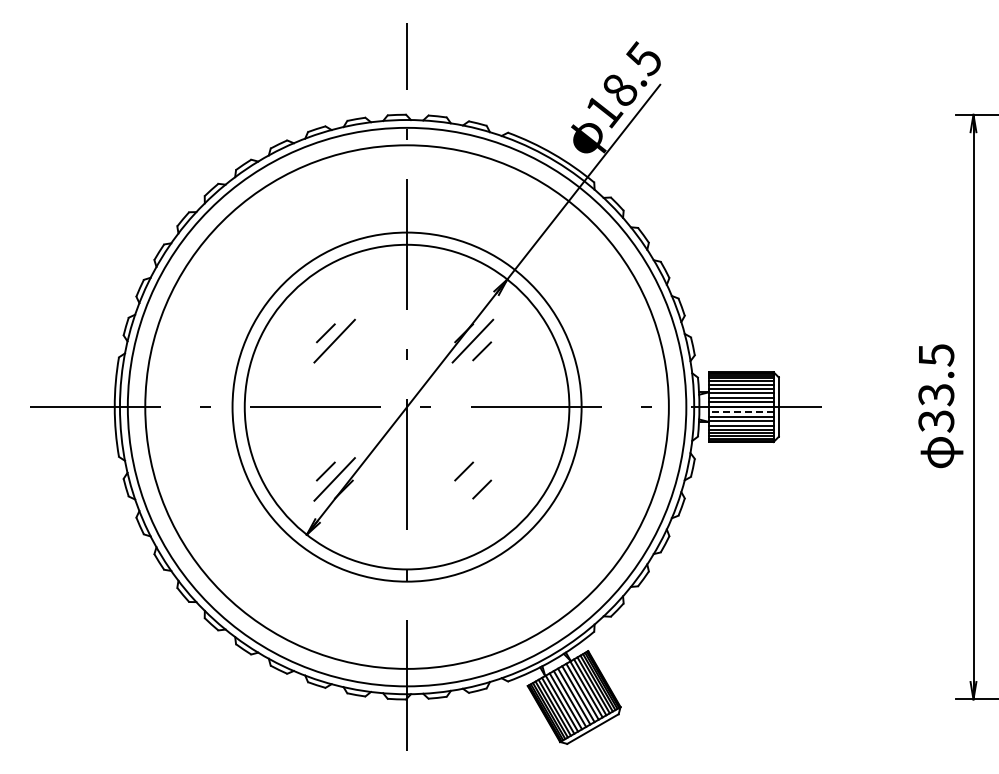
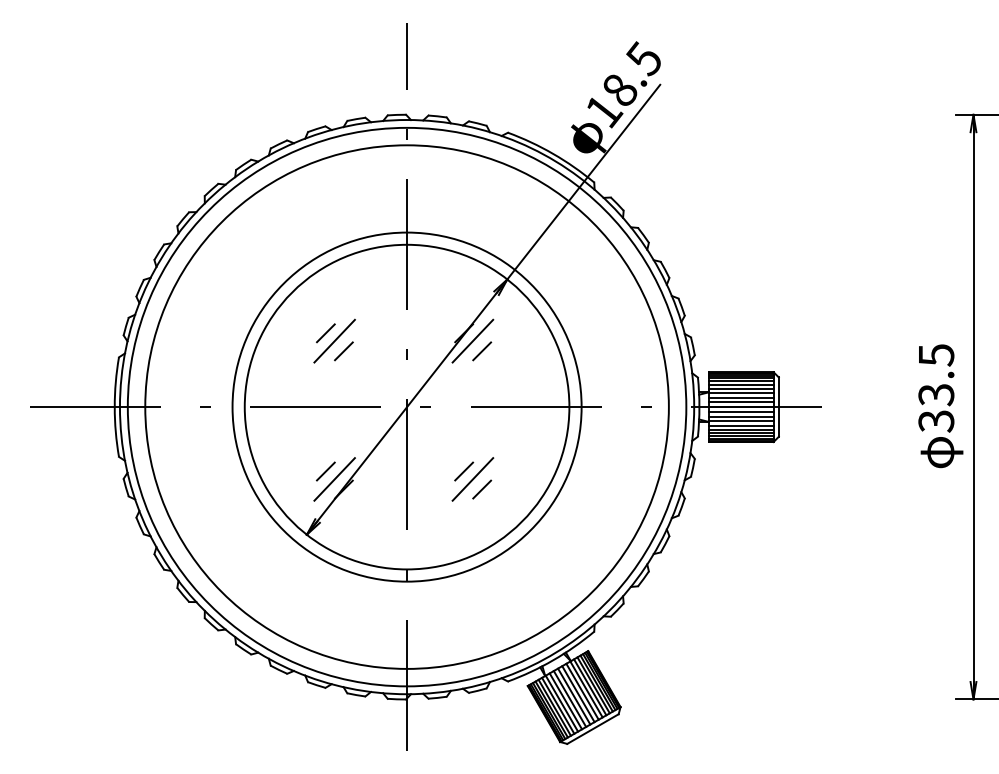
line at (343, 351): none -> present
line at (740, 411): dashed -> solid
line at (472, 479): none -> present
